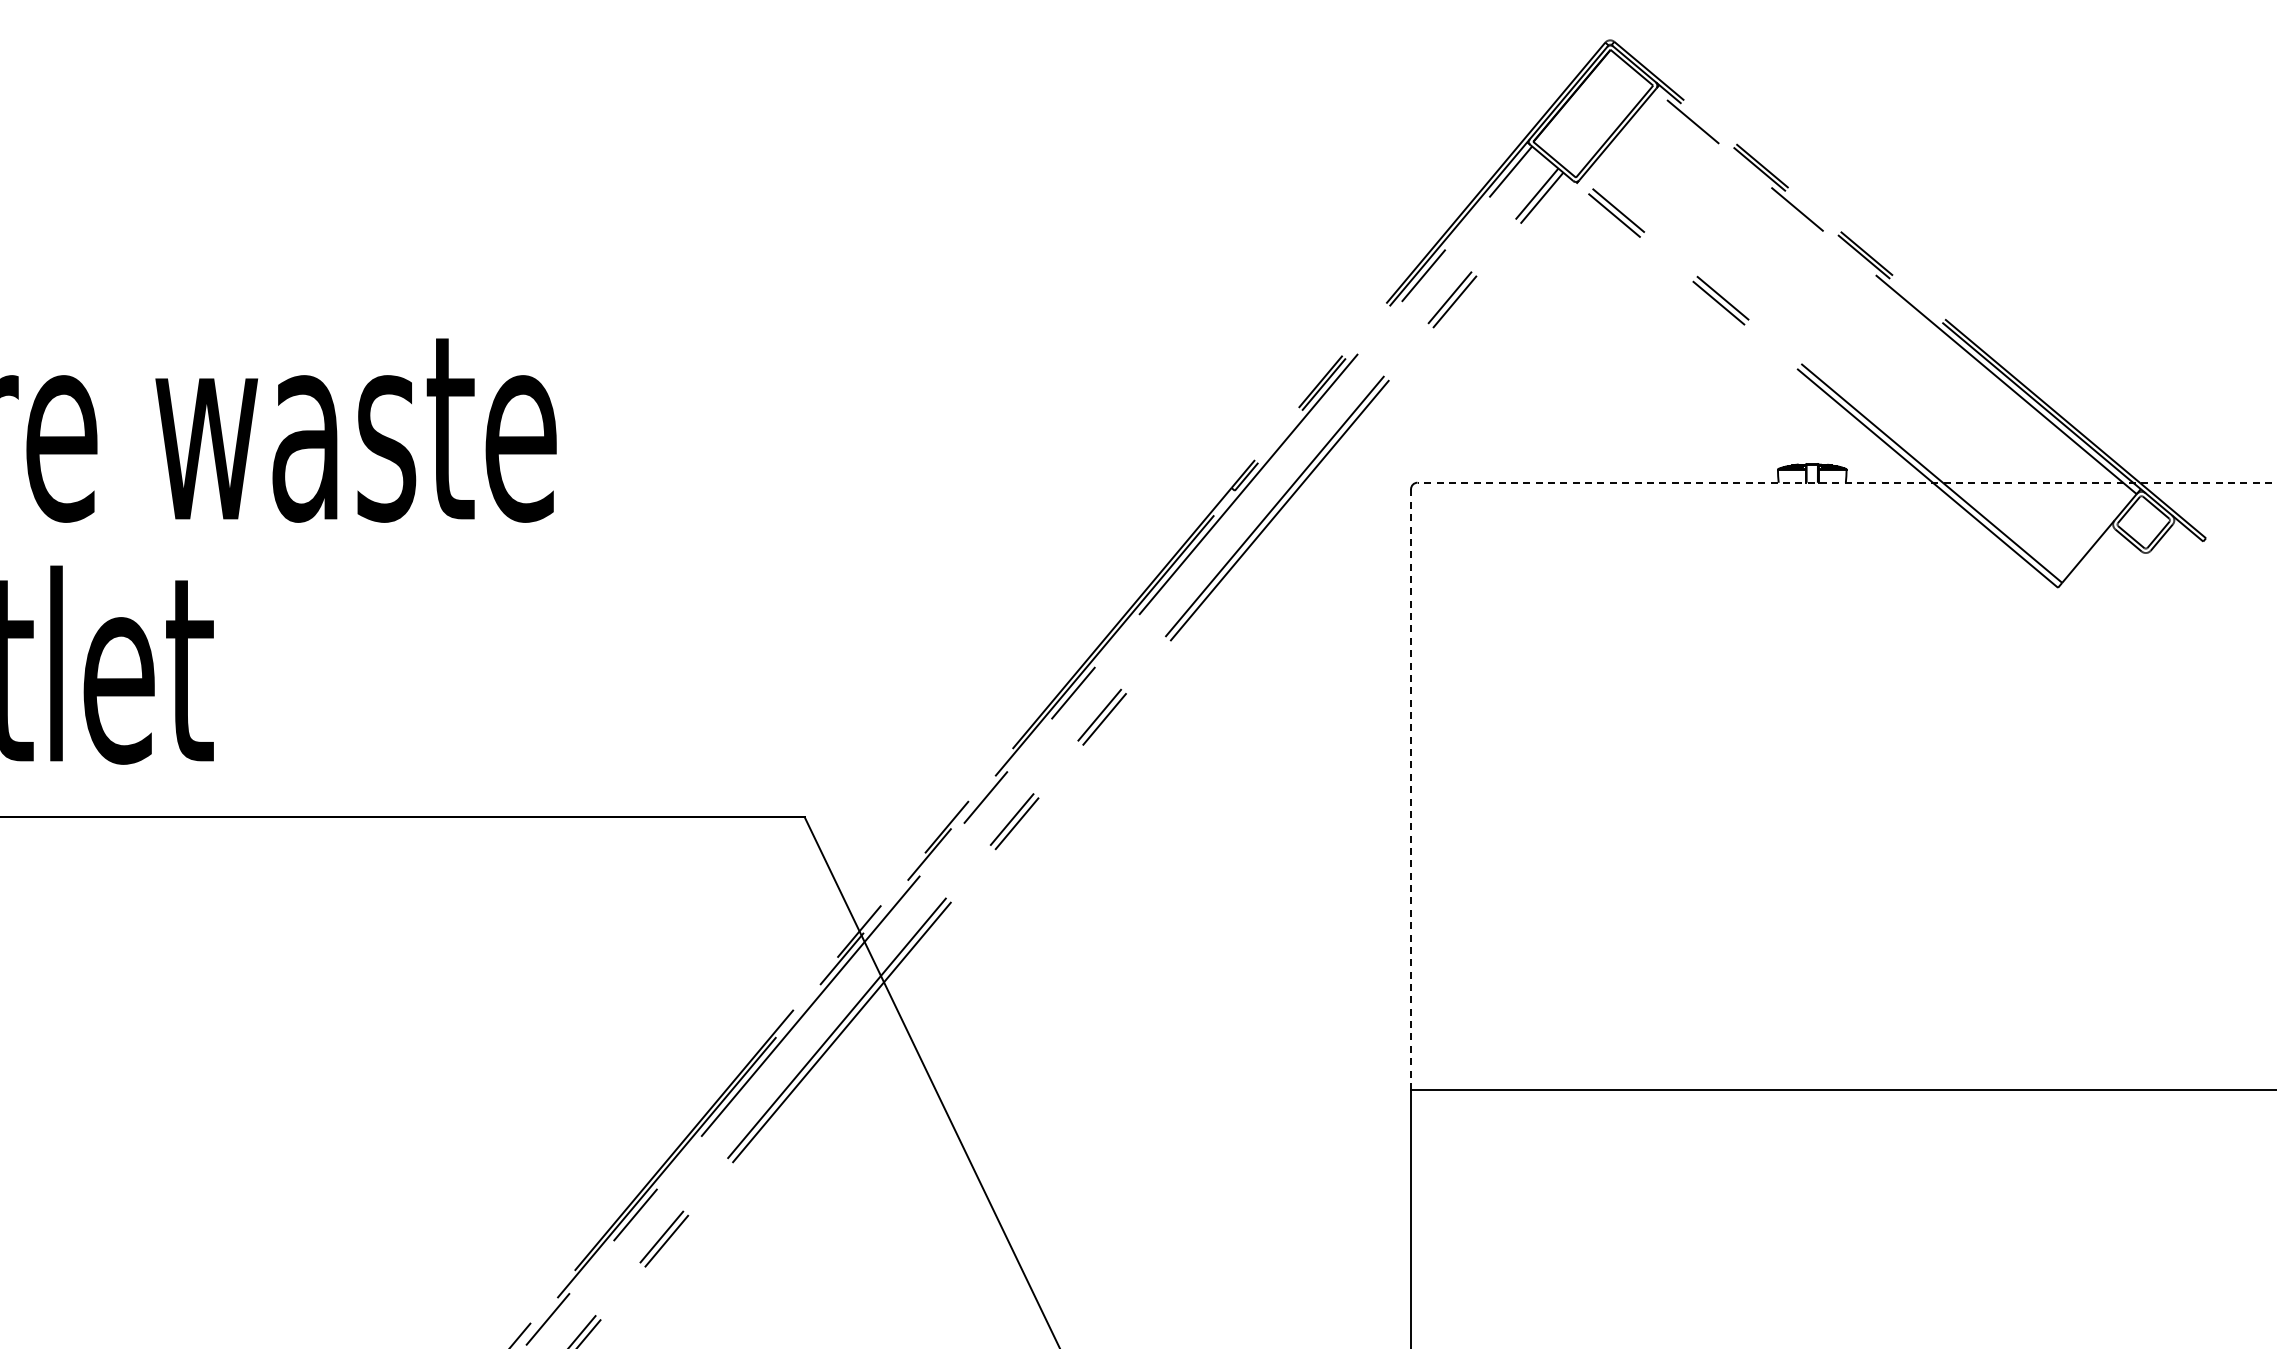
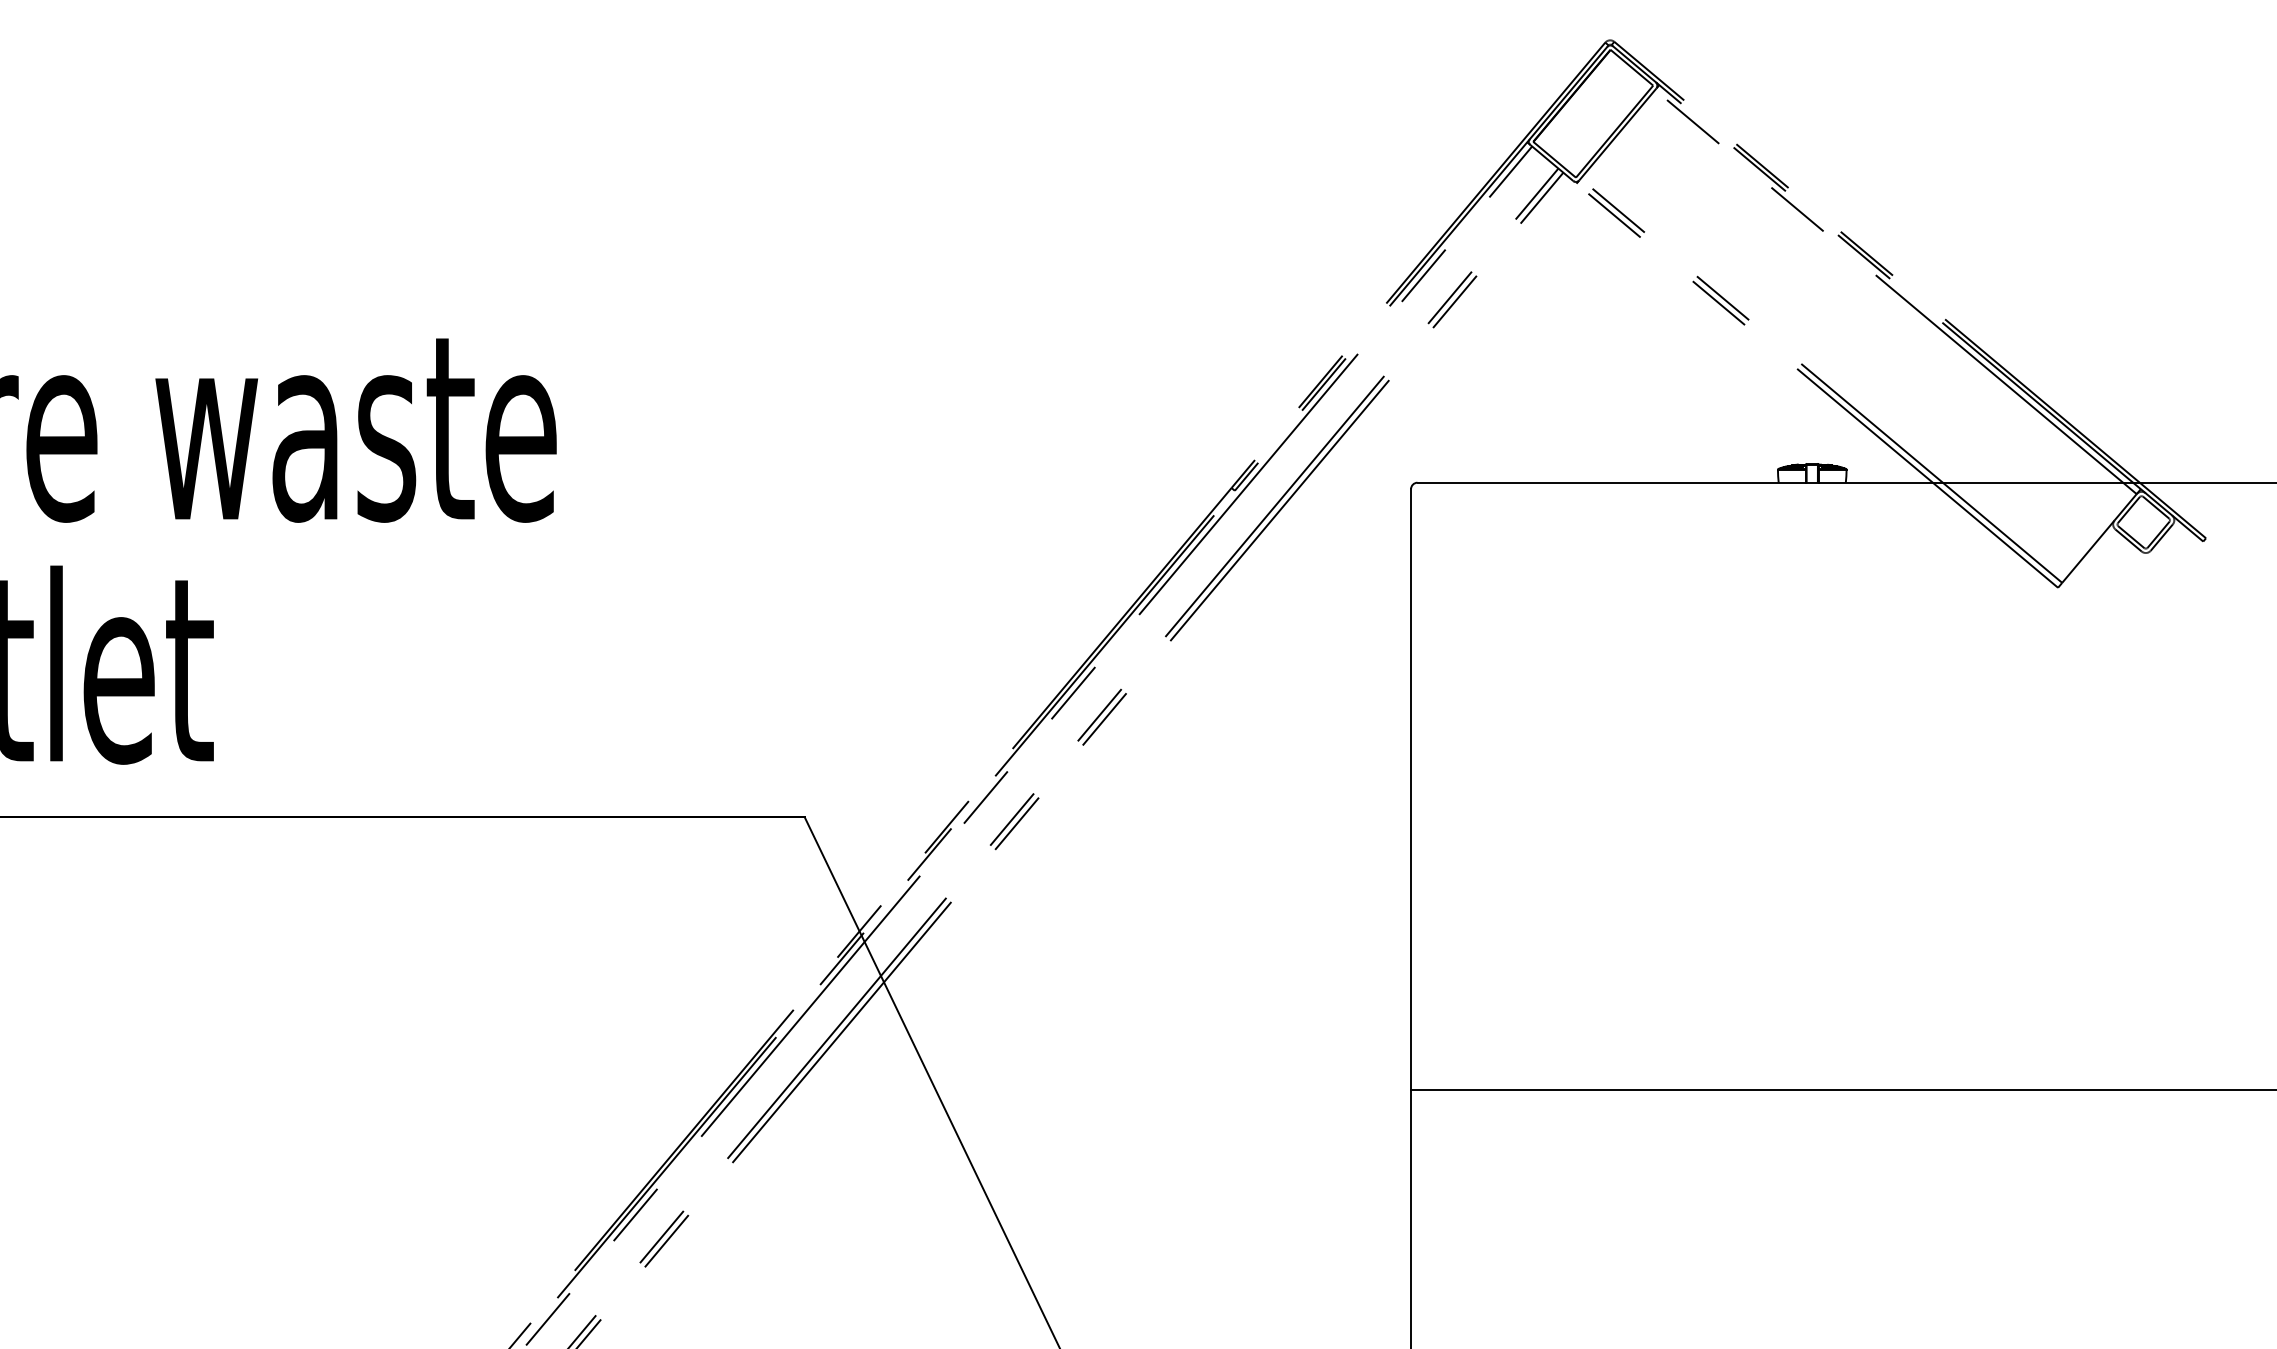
line at (1846, 482): dashed -> solid
line at (1411, 789): dashed -> solid
